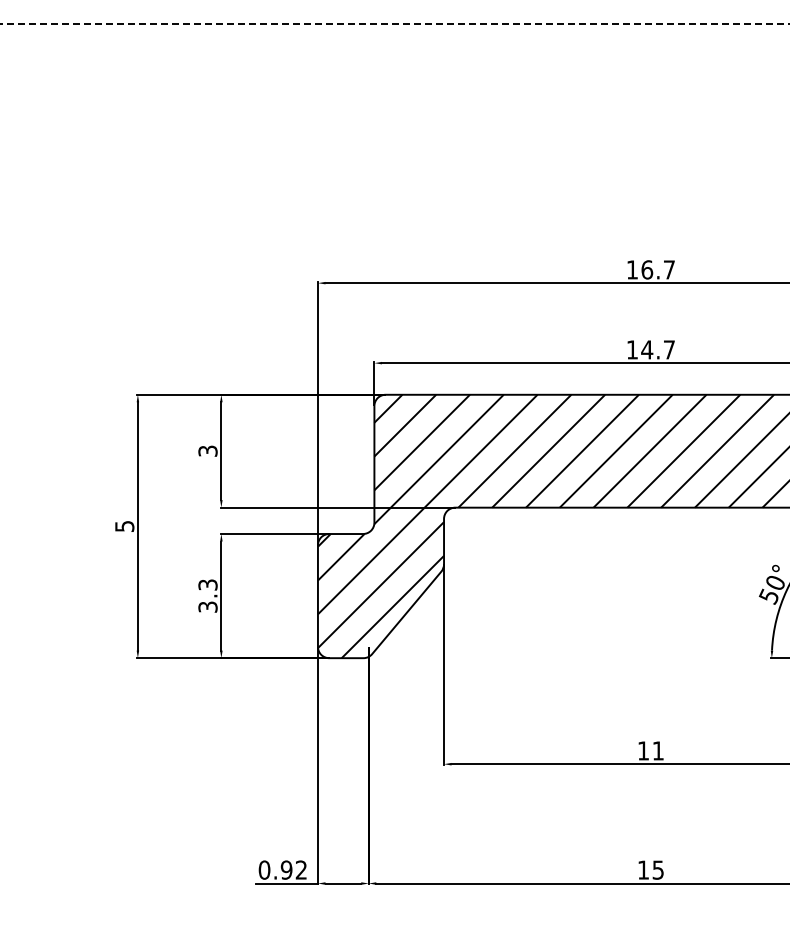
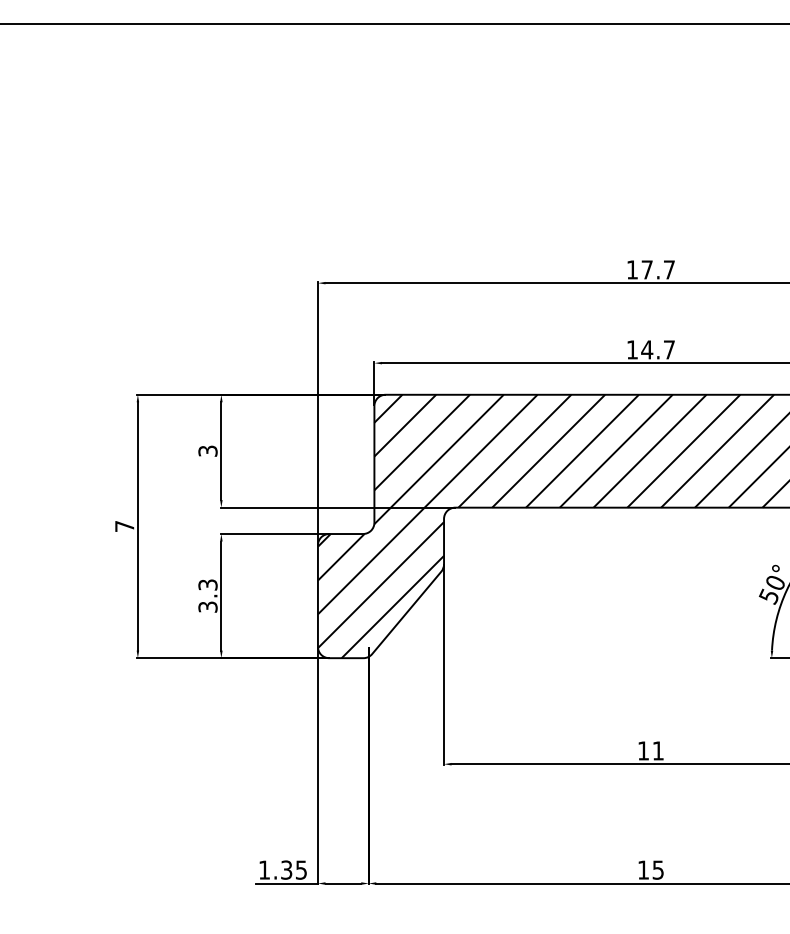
line at (395, 23): dashed -> solid
text at (647, 269): 16.7 -> 17.7
text at (124, 526): 5 -> 7
text at (282, 869): 0.92 -> 1.35
